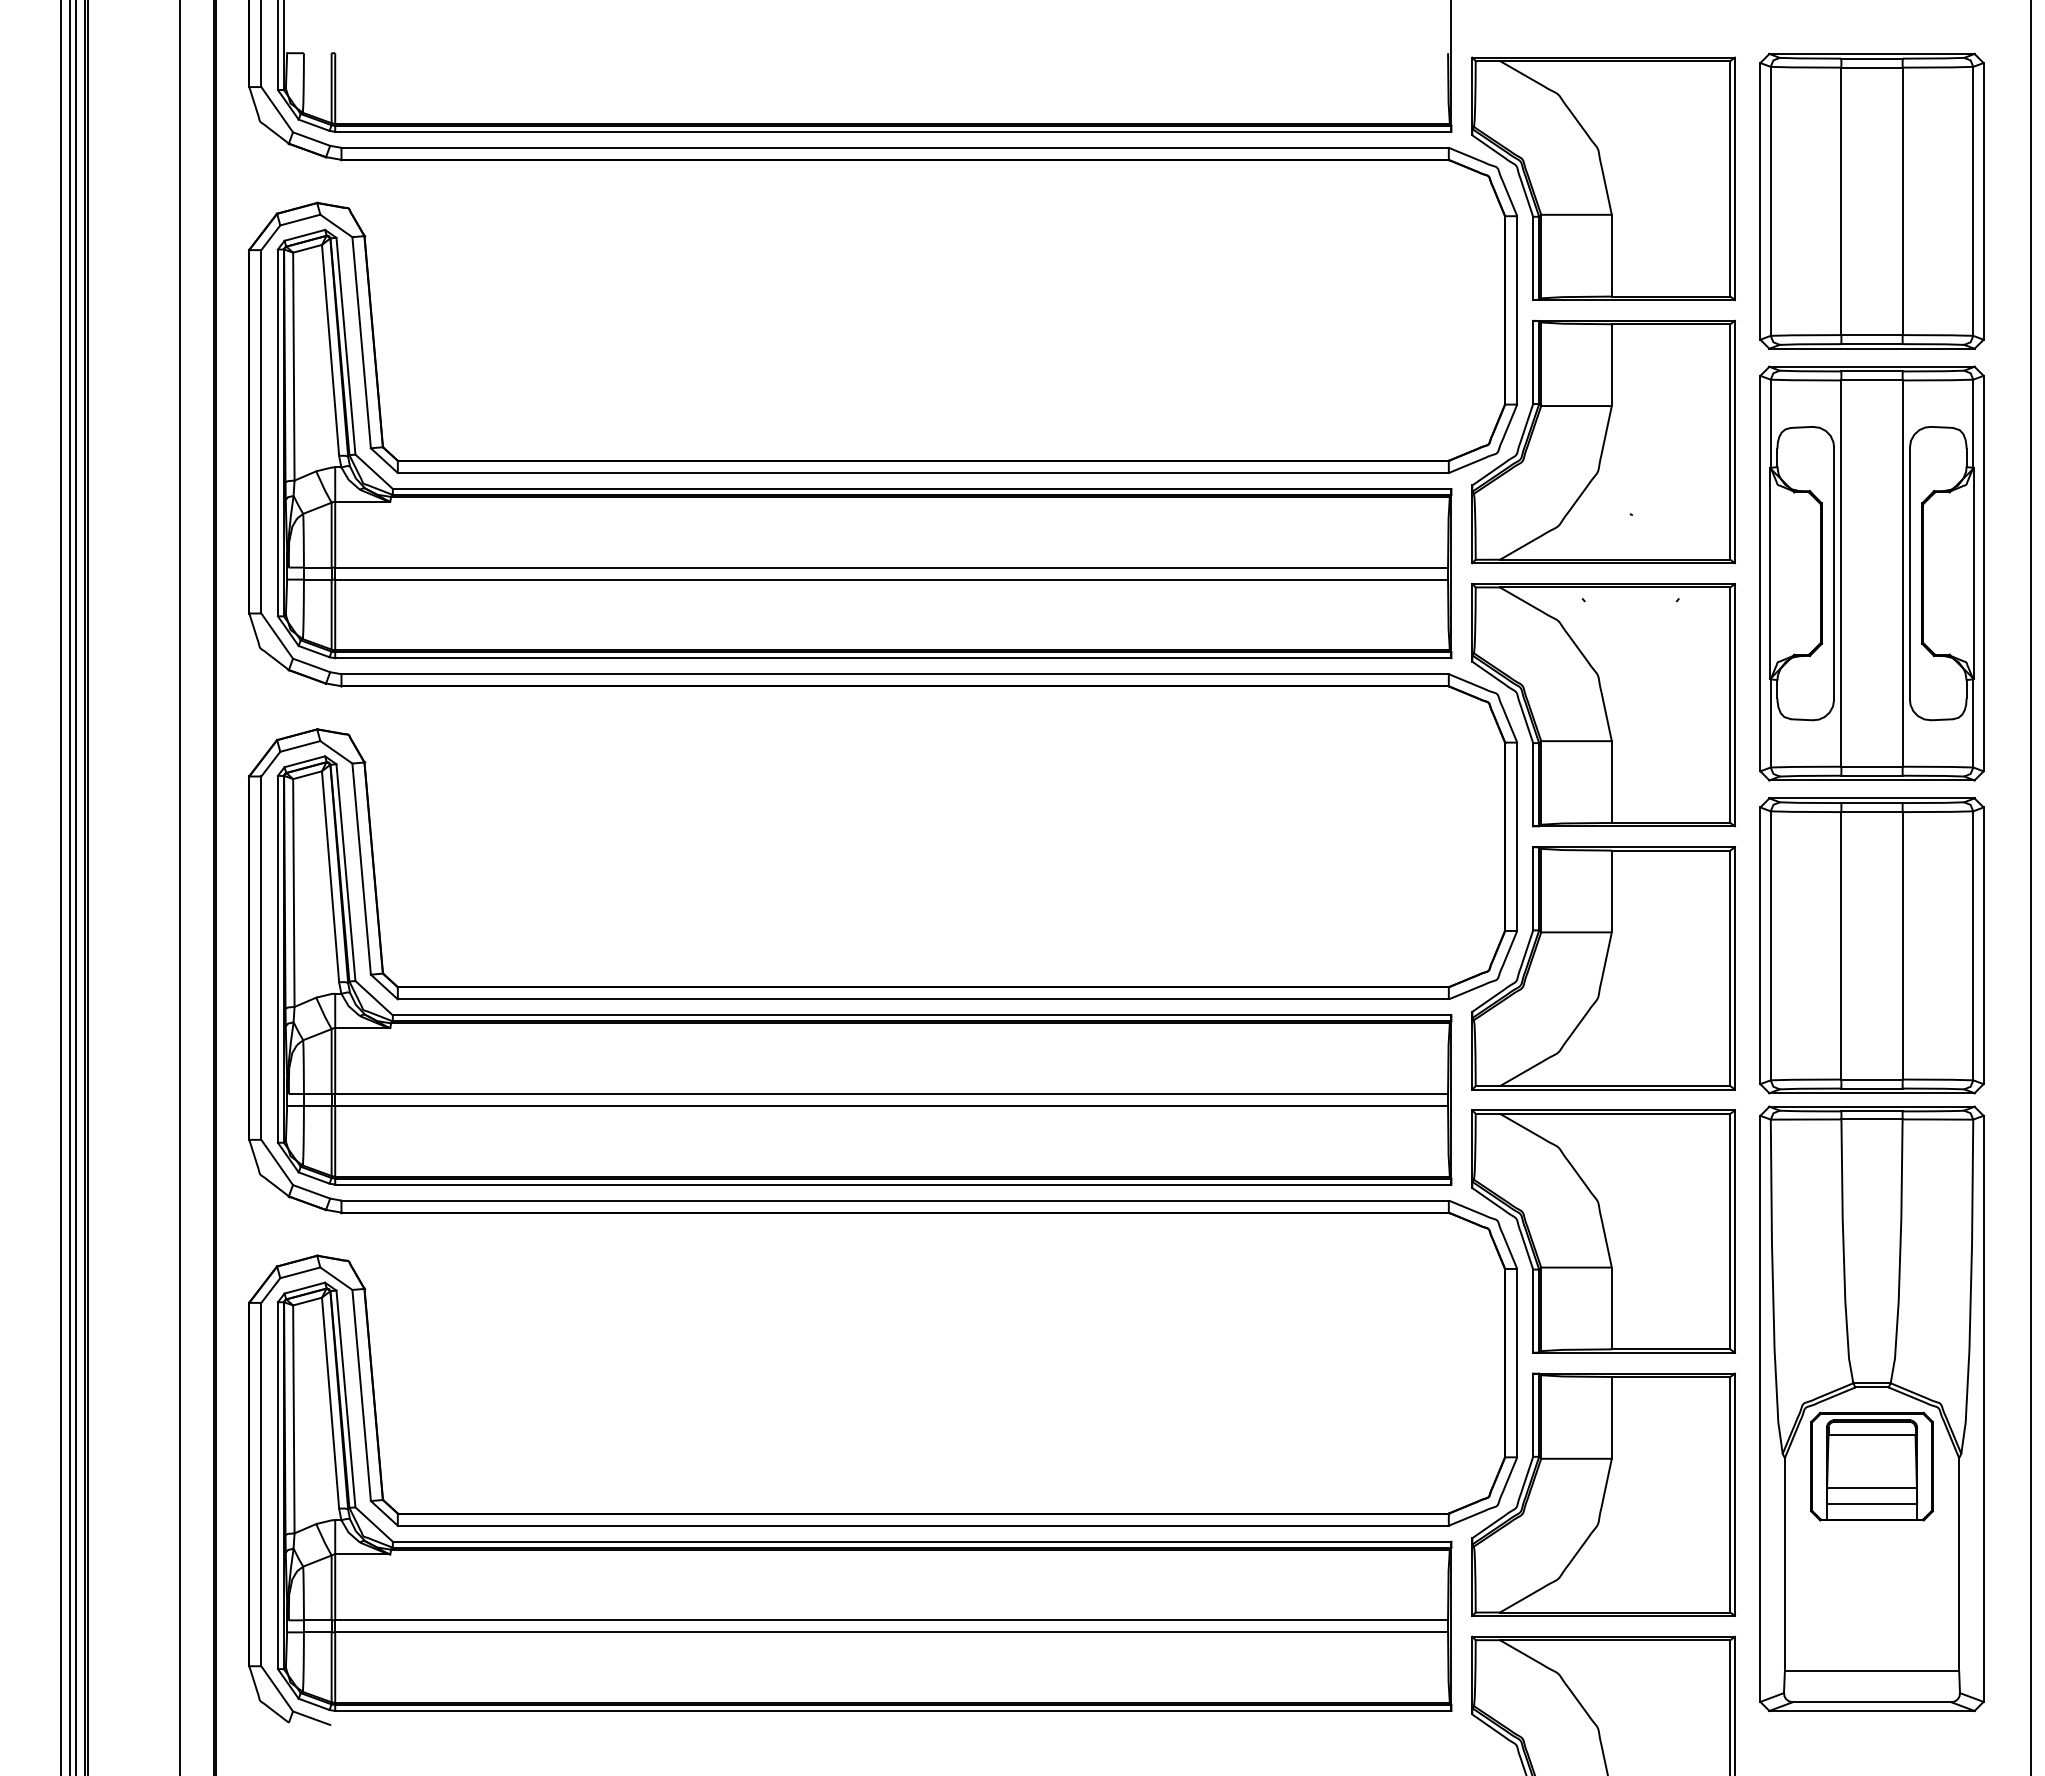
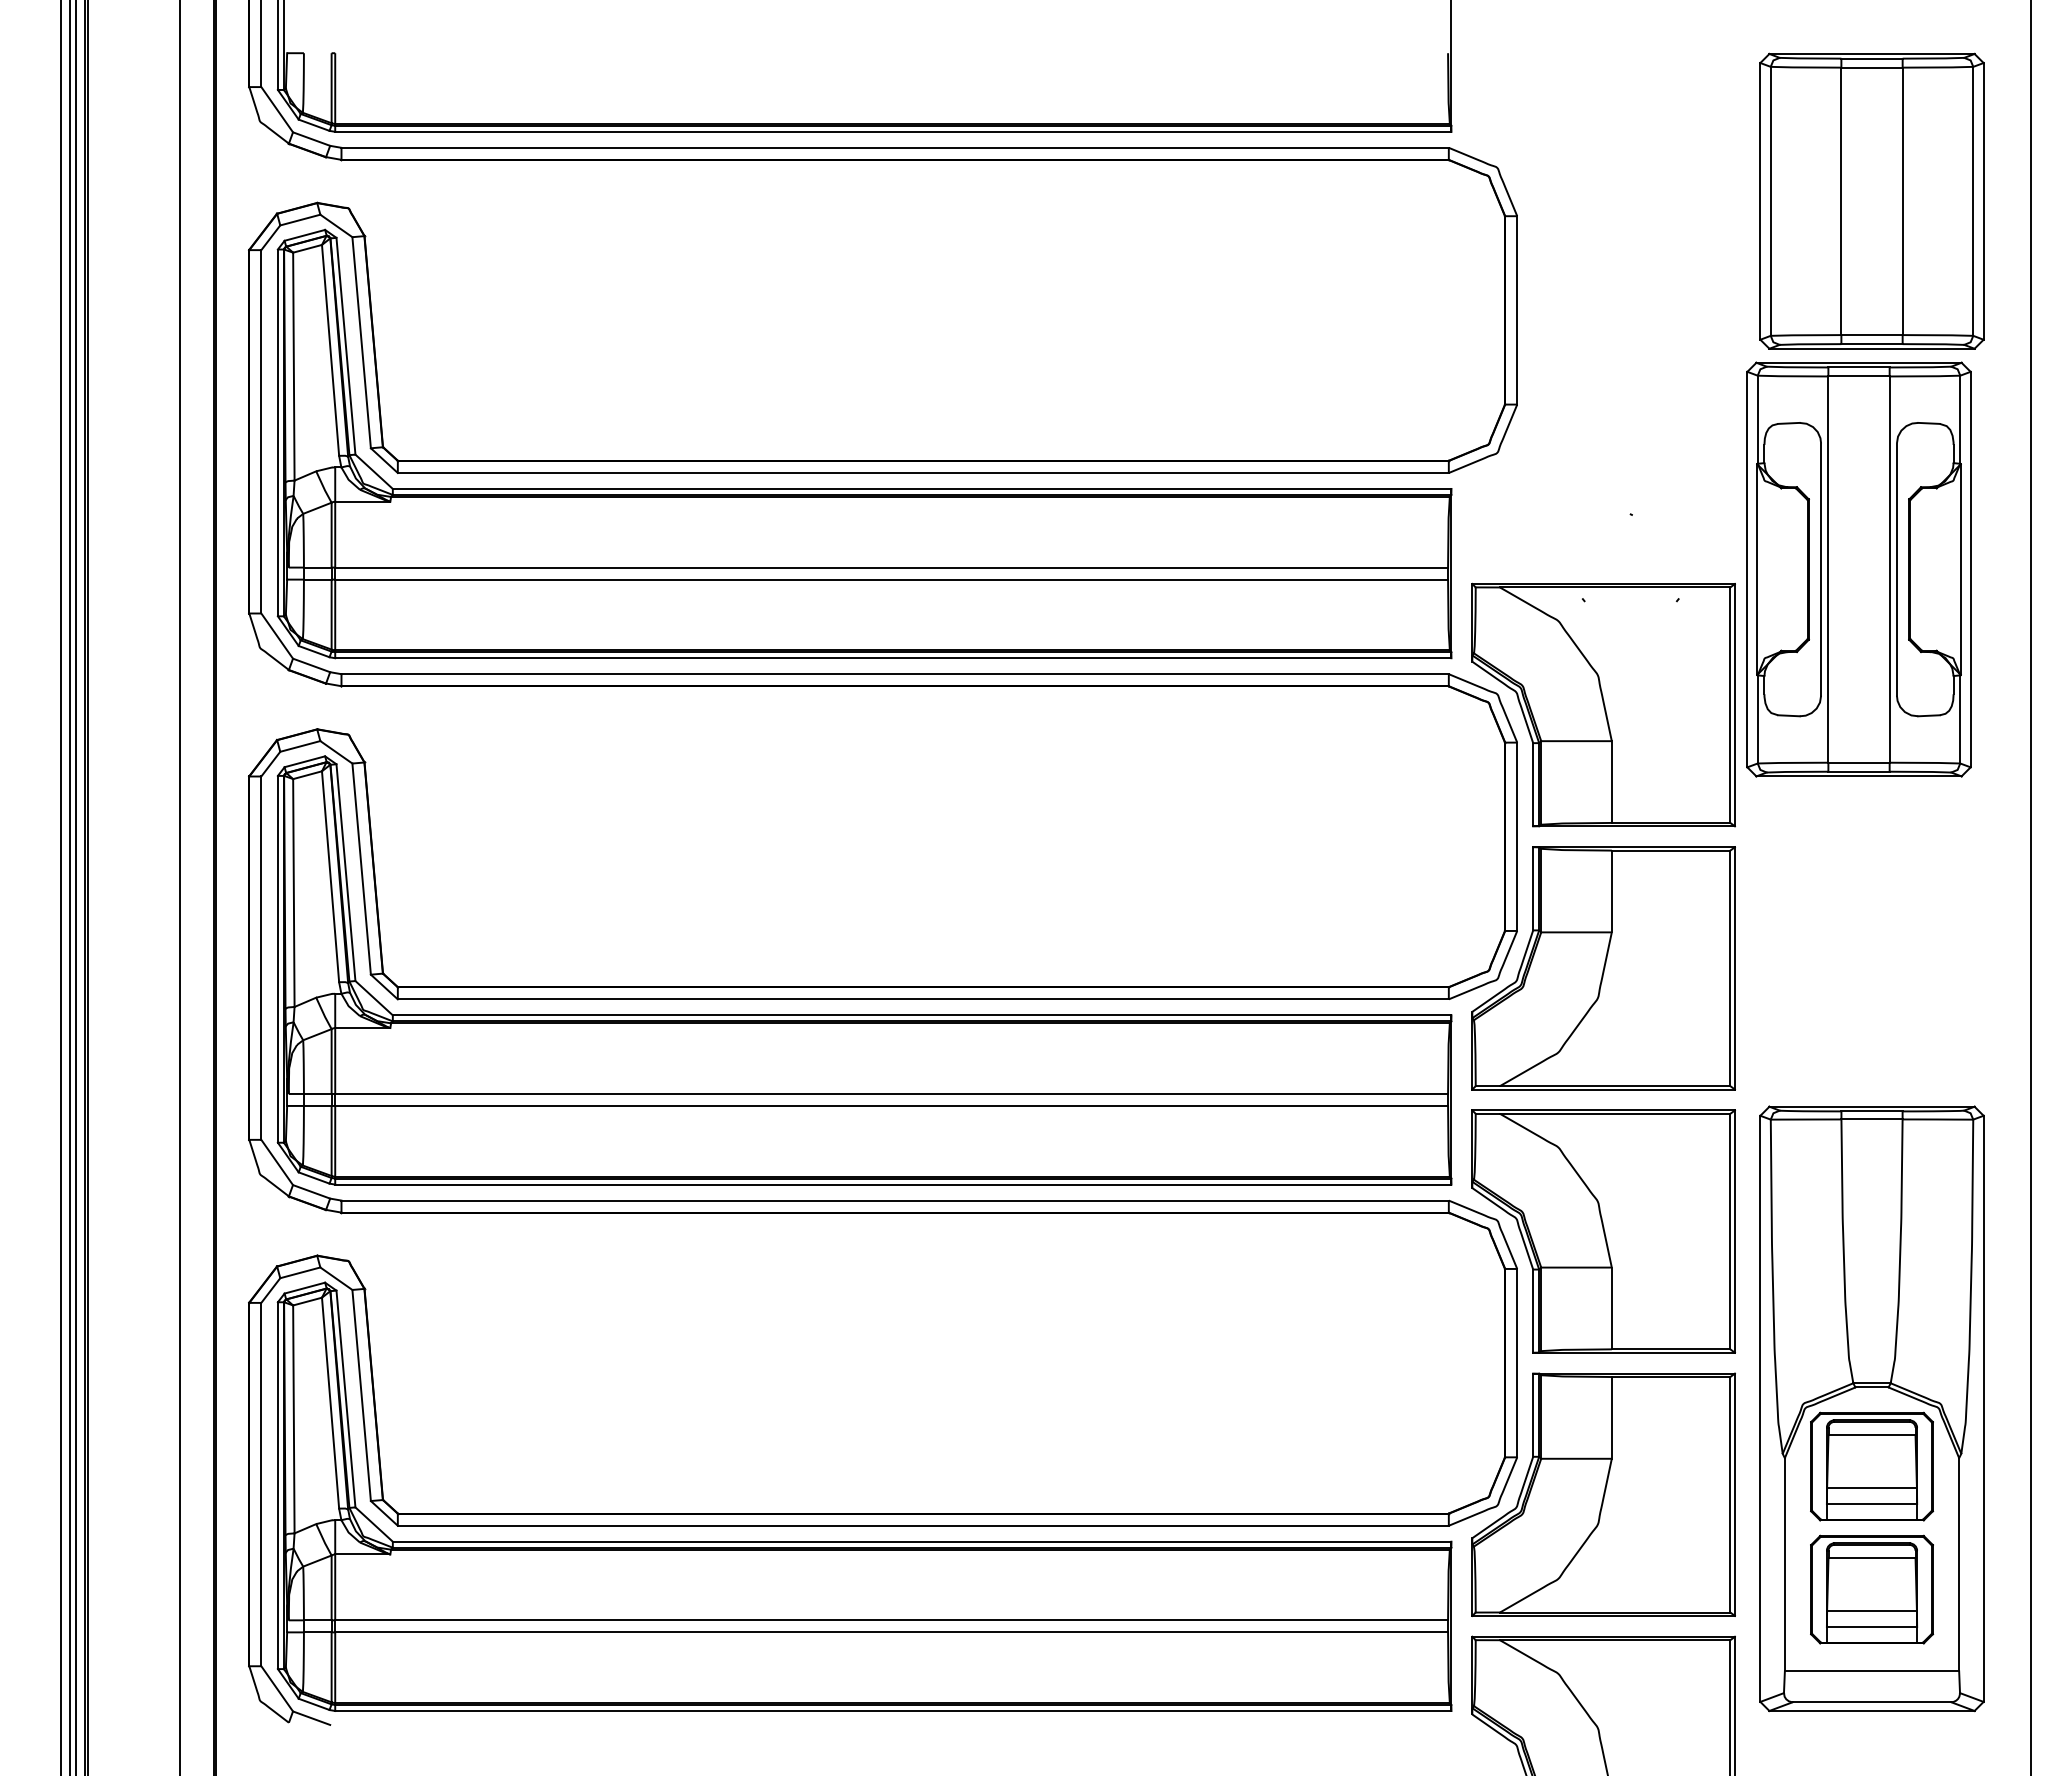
part at (1603, 178): present -> none
part at (1603, 441): present -> none
part at (1871, 573) position: (1871, 573) -> (1858, 569)
part at (1871, 945): present -> none
part at (1872, 1589): none -> present
